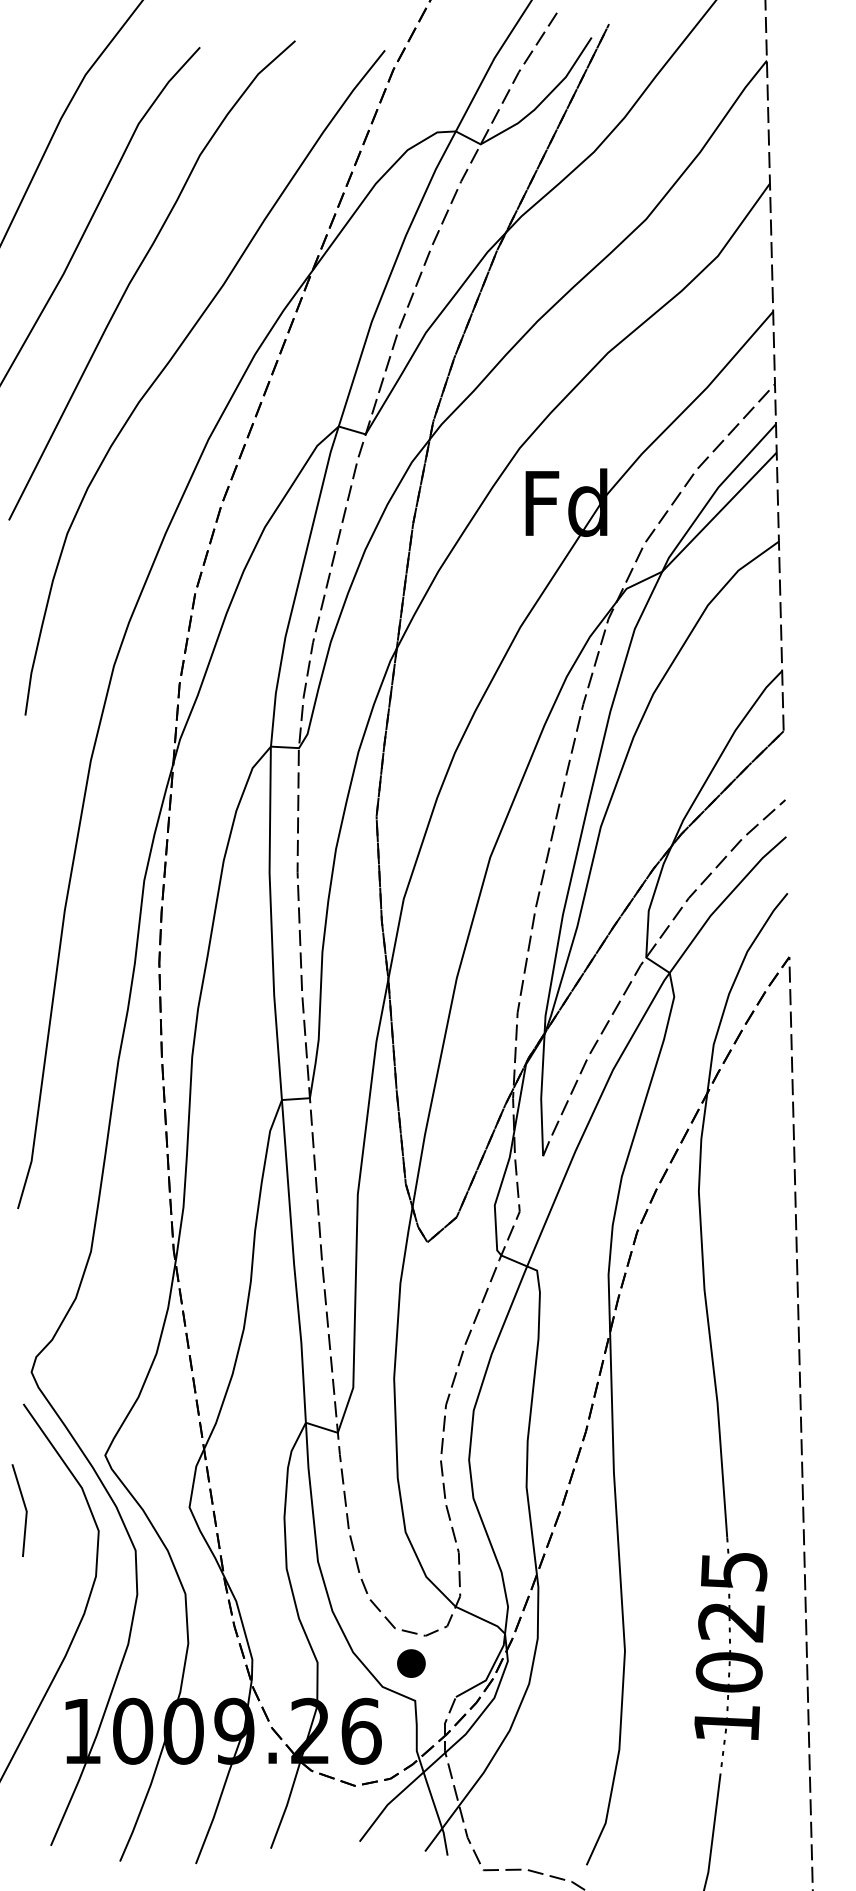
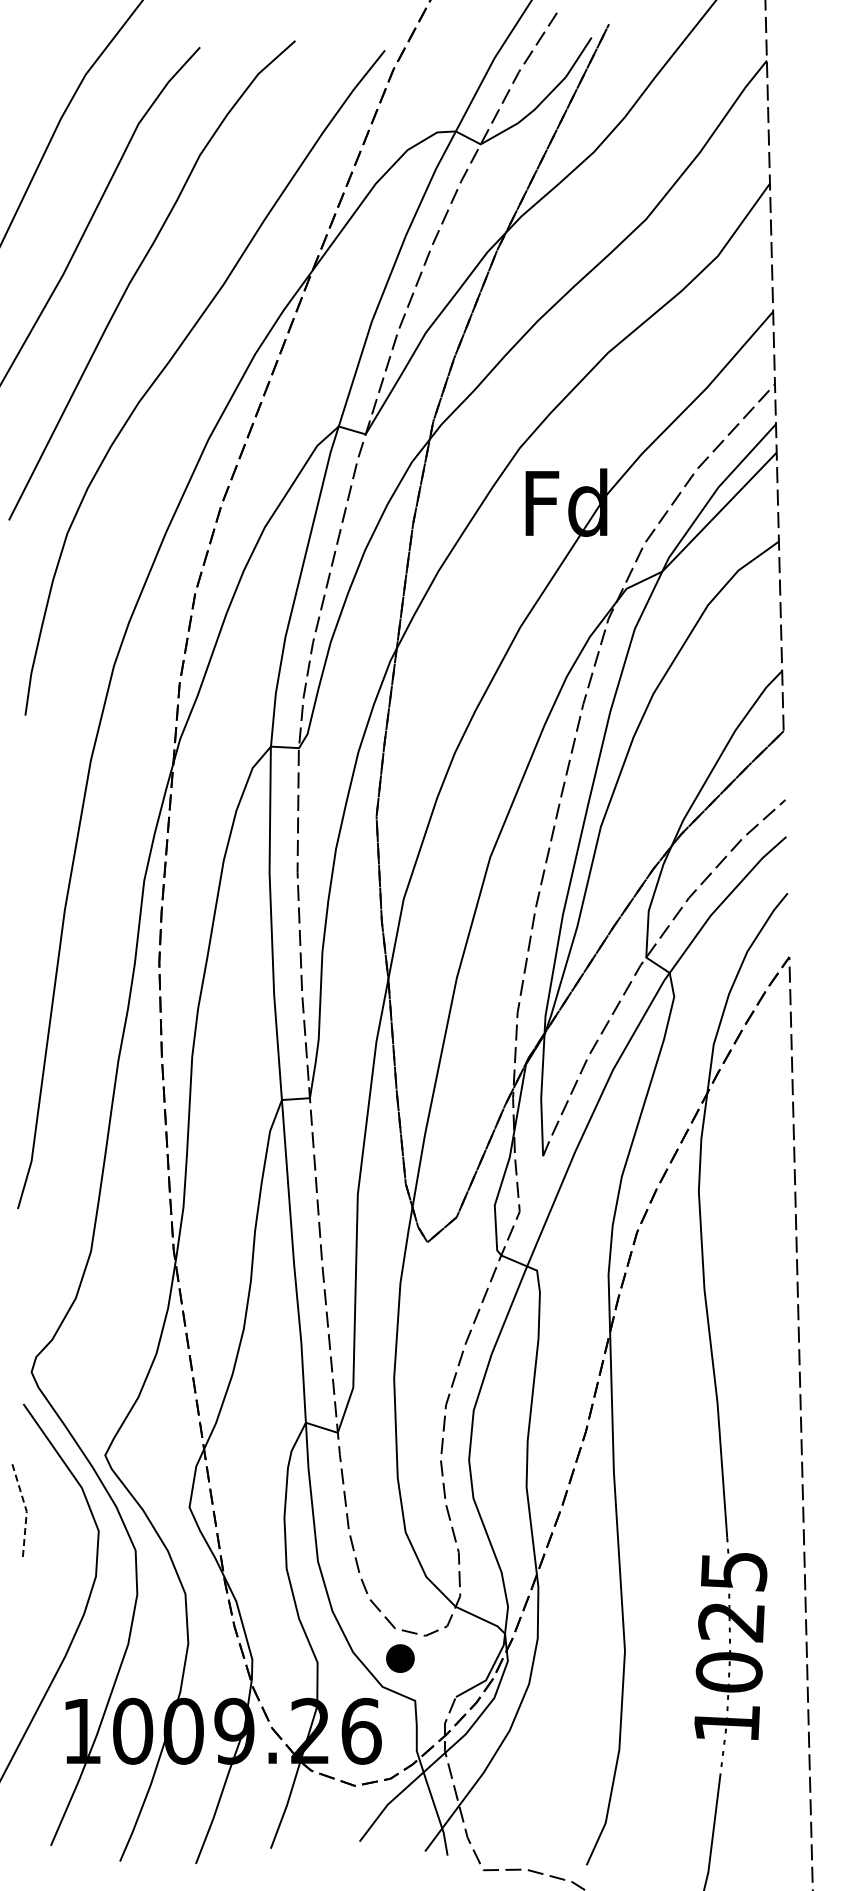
line at (26, 1510): solid -> dashed
part at (411, 1663) position: (411, 1663) -> (400, 1658)
